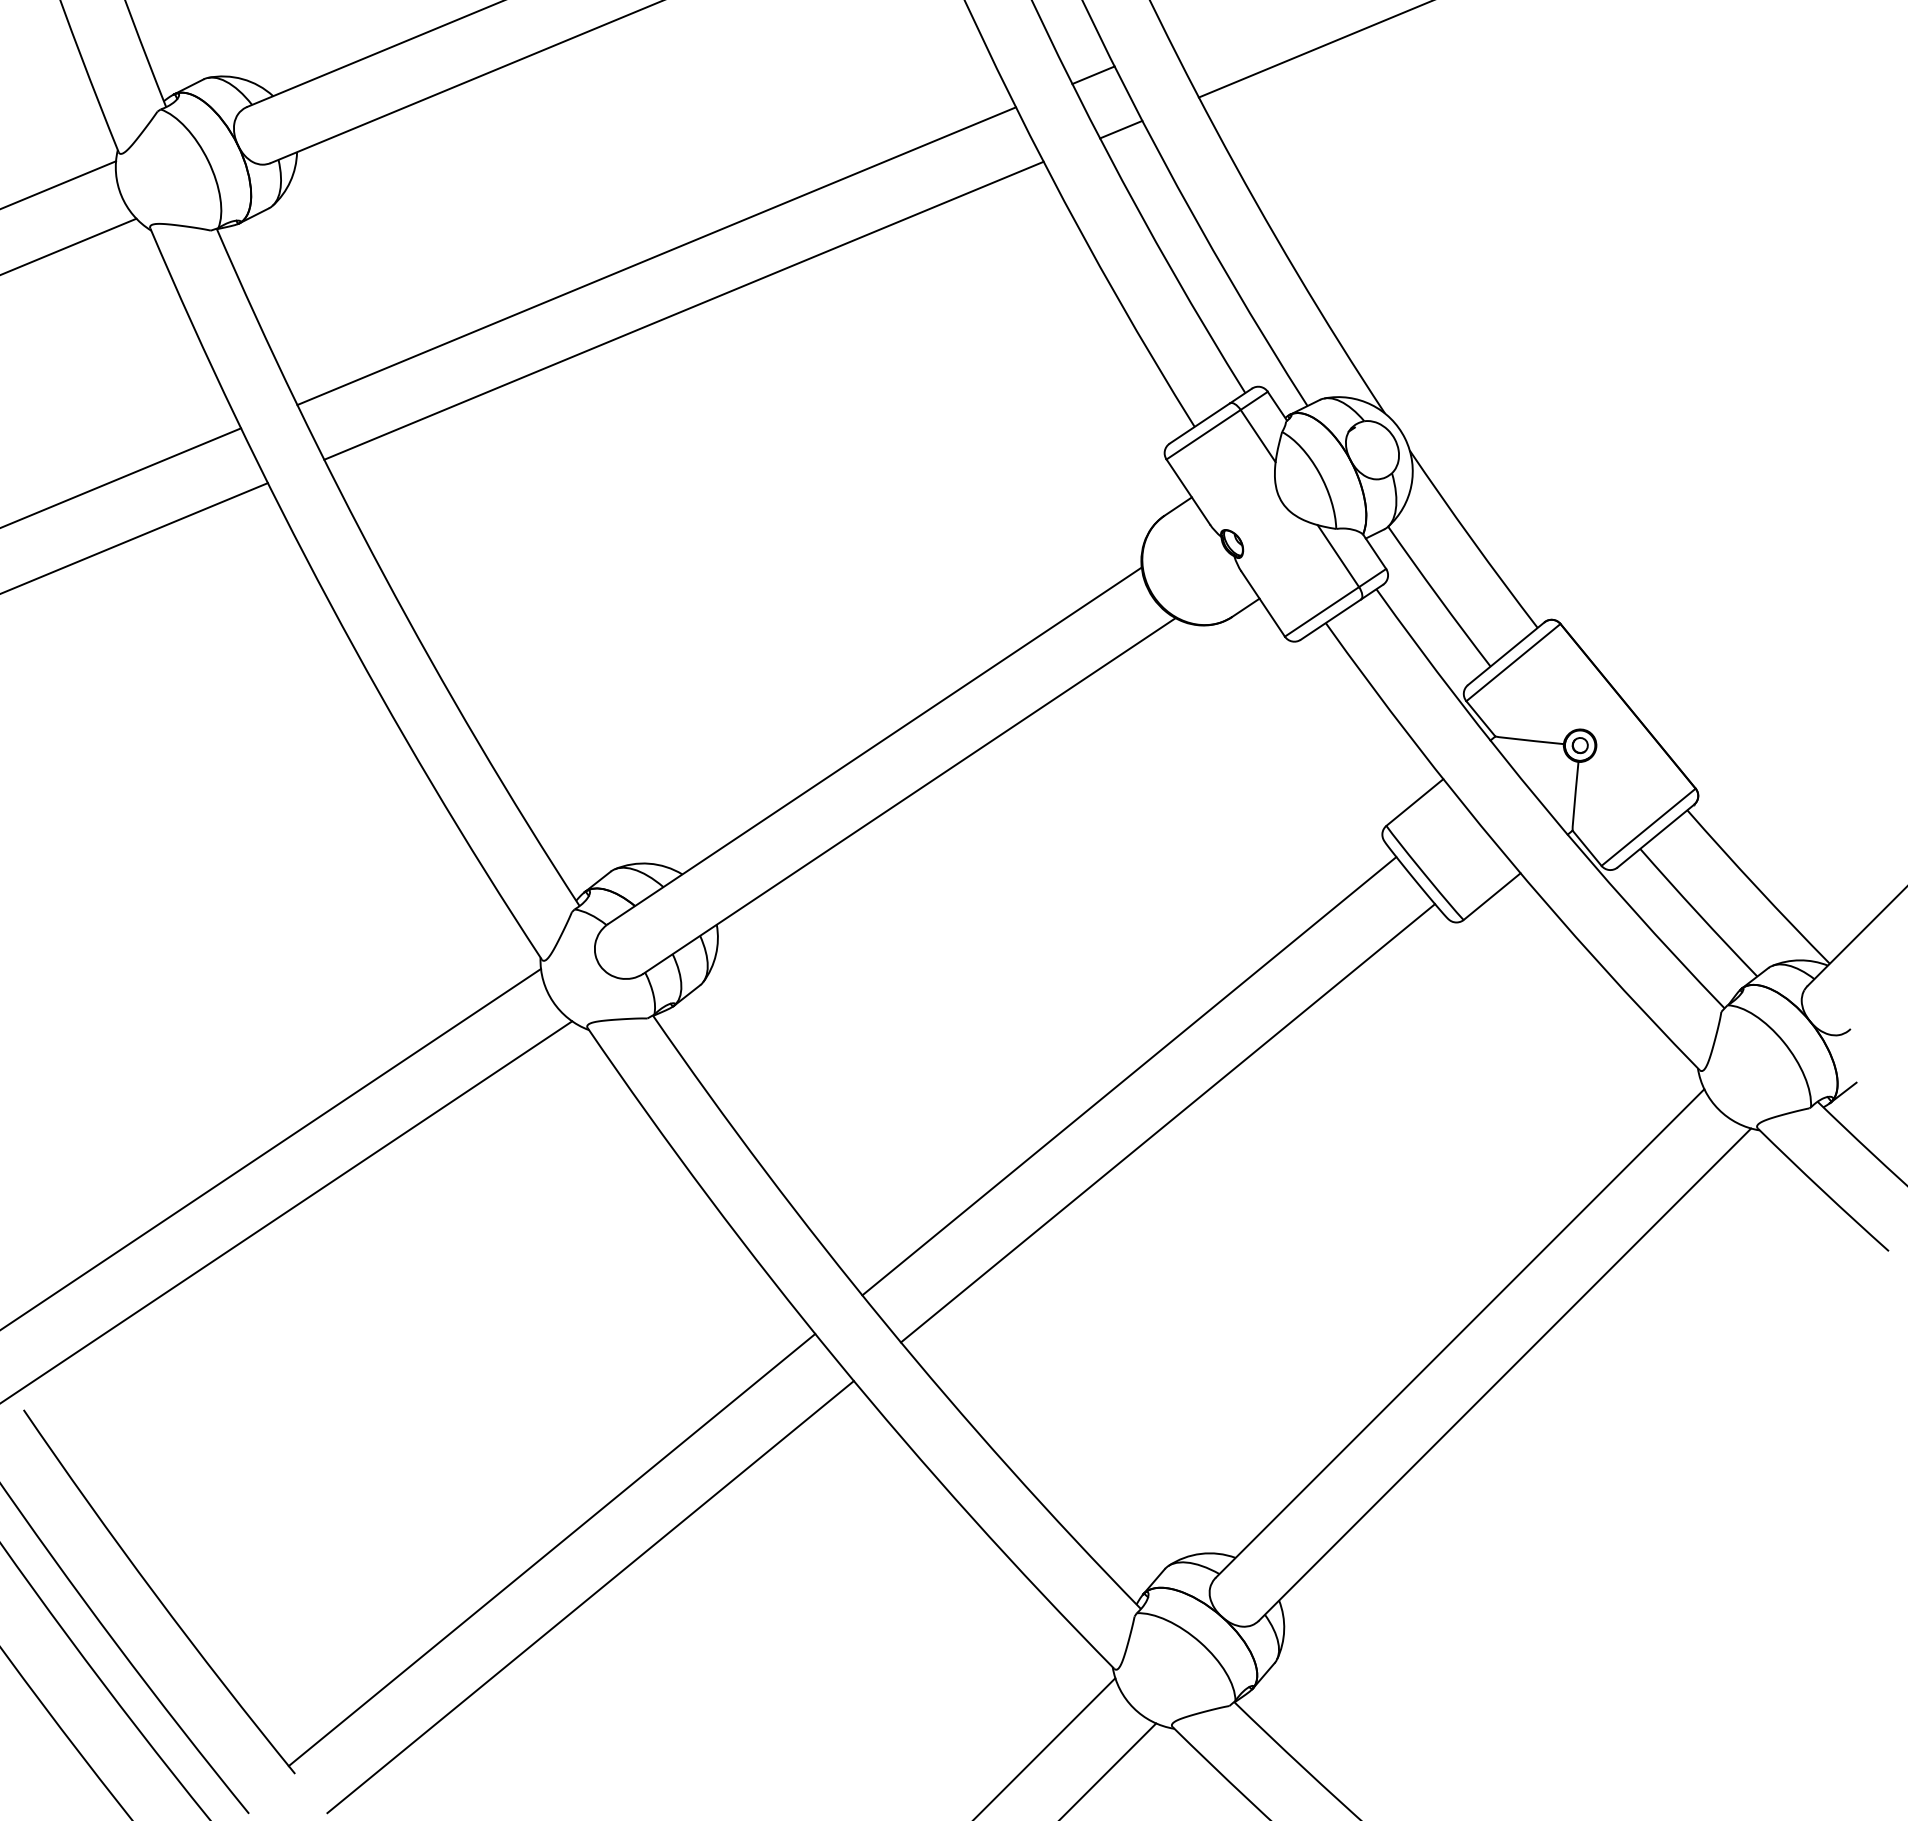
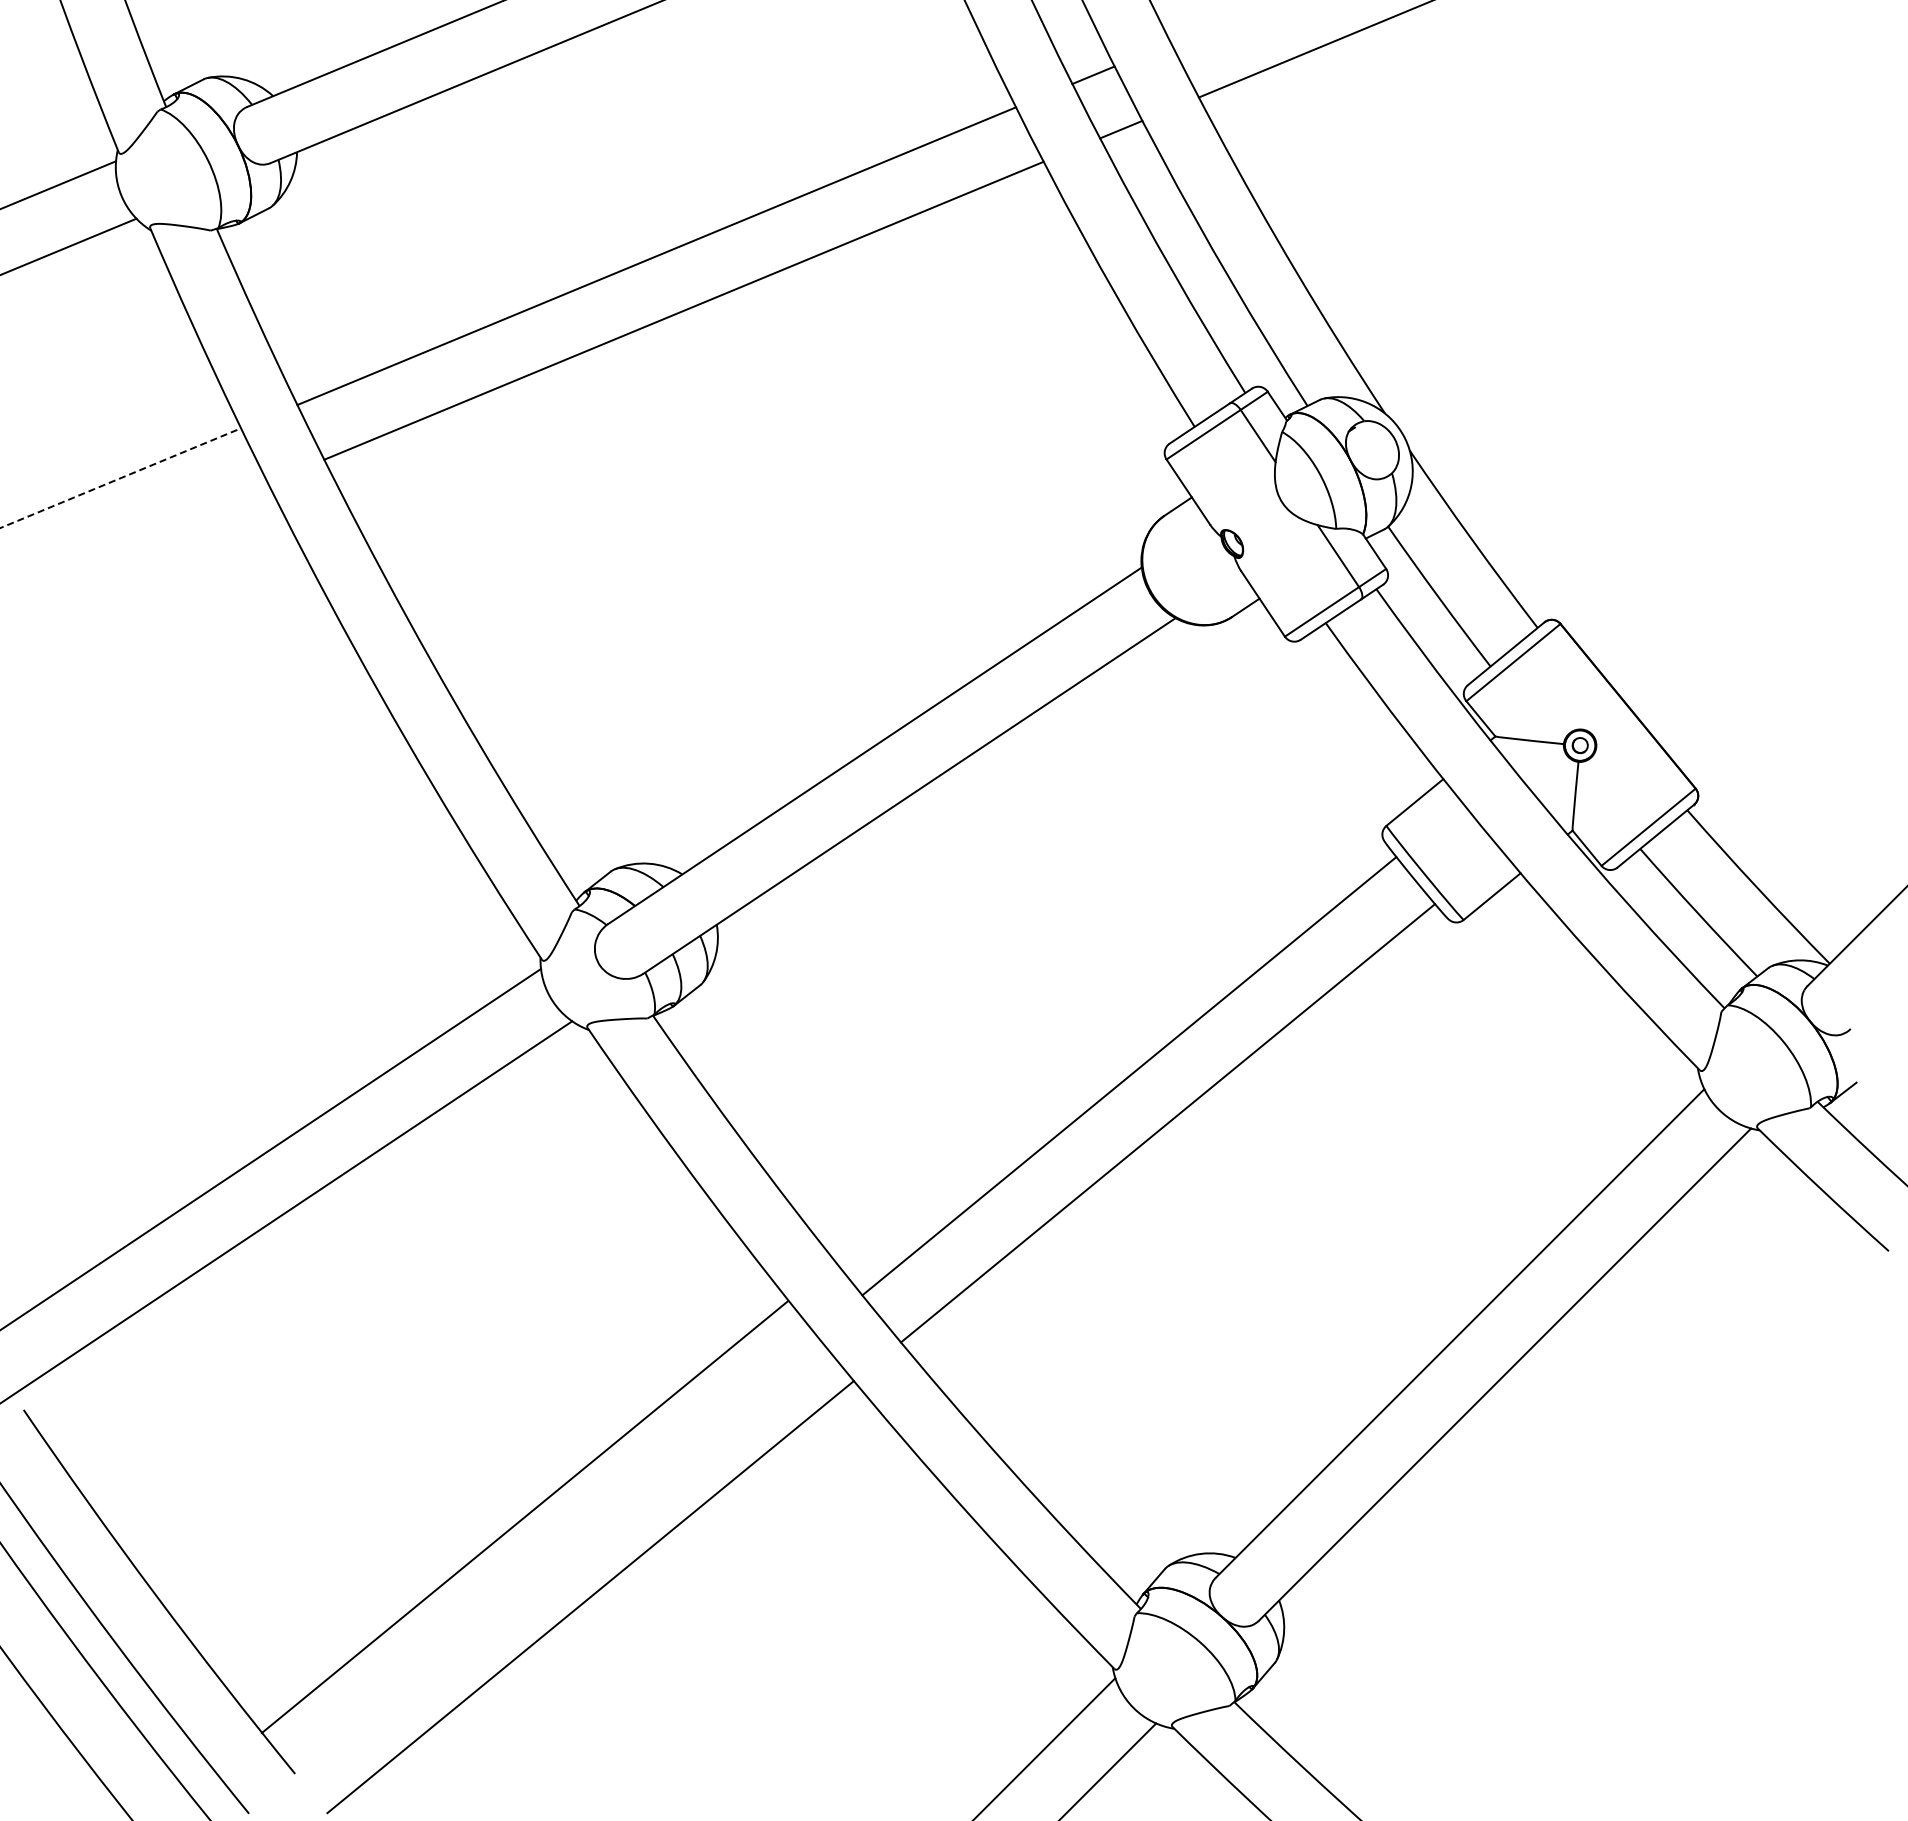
line at (121, 478): solid -> dashed
line at (134, 538): present -> none
line at (551, 1549) position: (551, 1549) -> (524, 1516)
